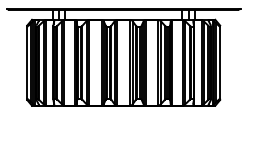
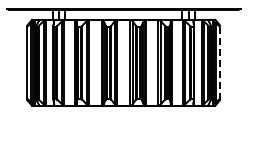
line at (220, 62): solid -> dashed
